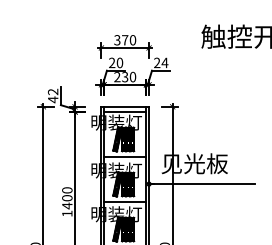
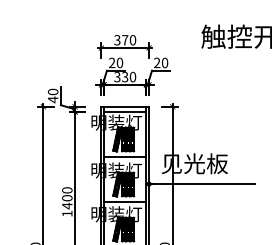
text at (164, 62): 24 -> 20
text at (117, 77): 230 -> 330
text at (53, 91): 42 -> 40
